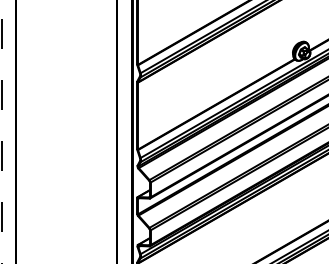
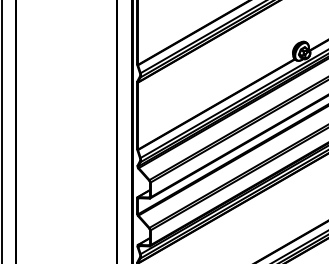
line at (1, 131): dashed -> solid
